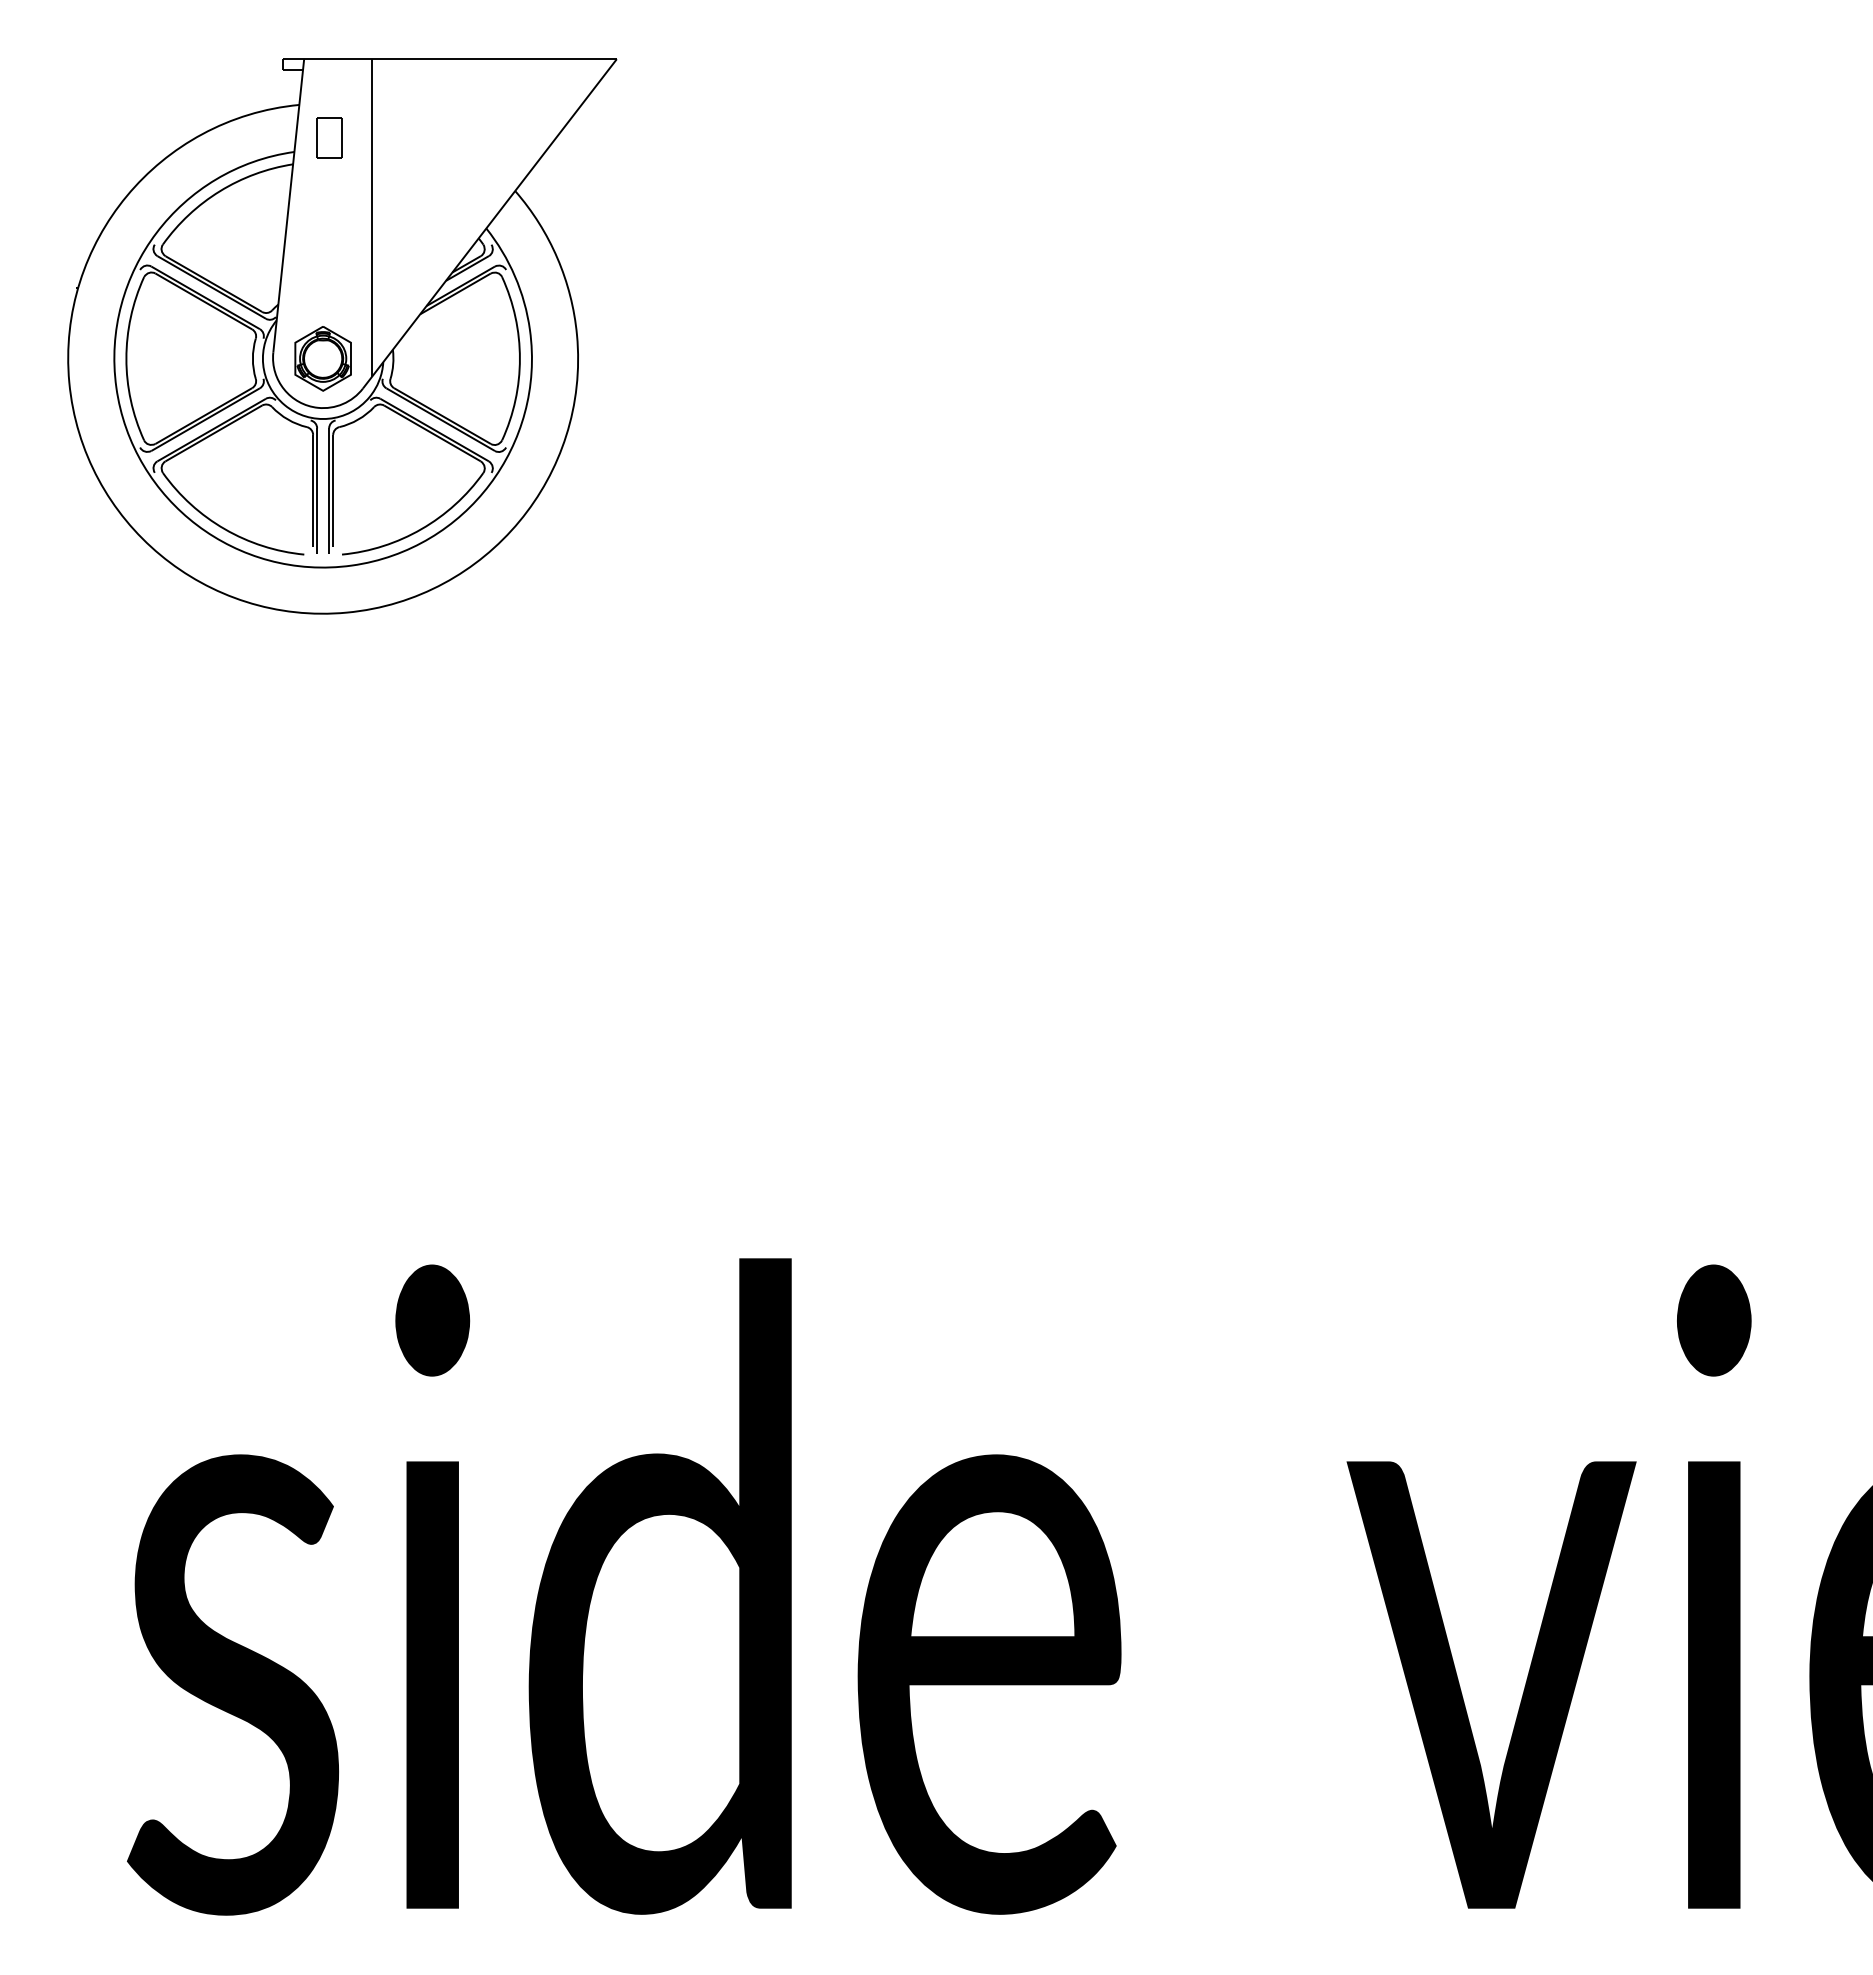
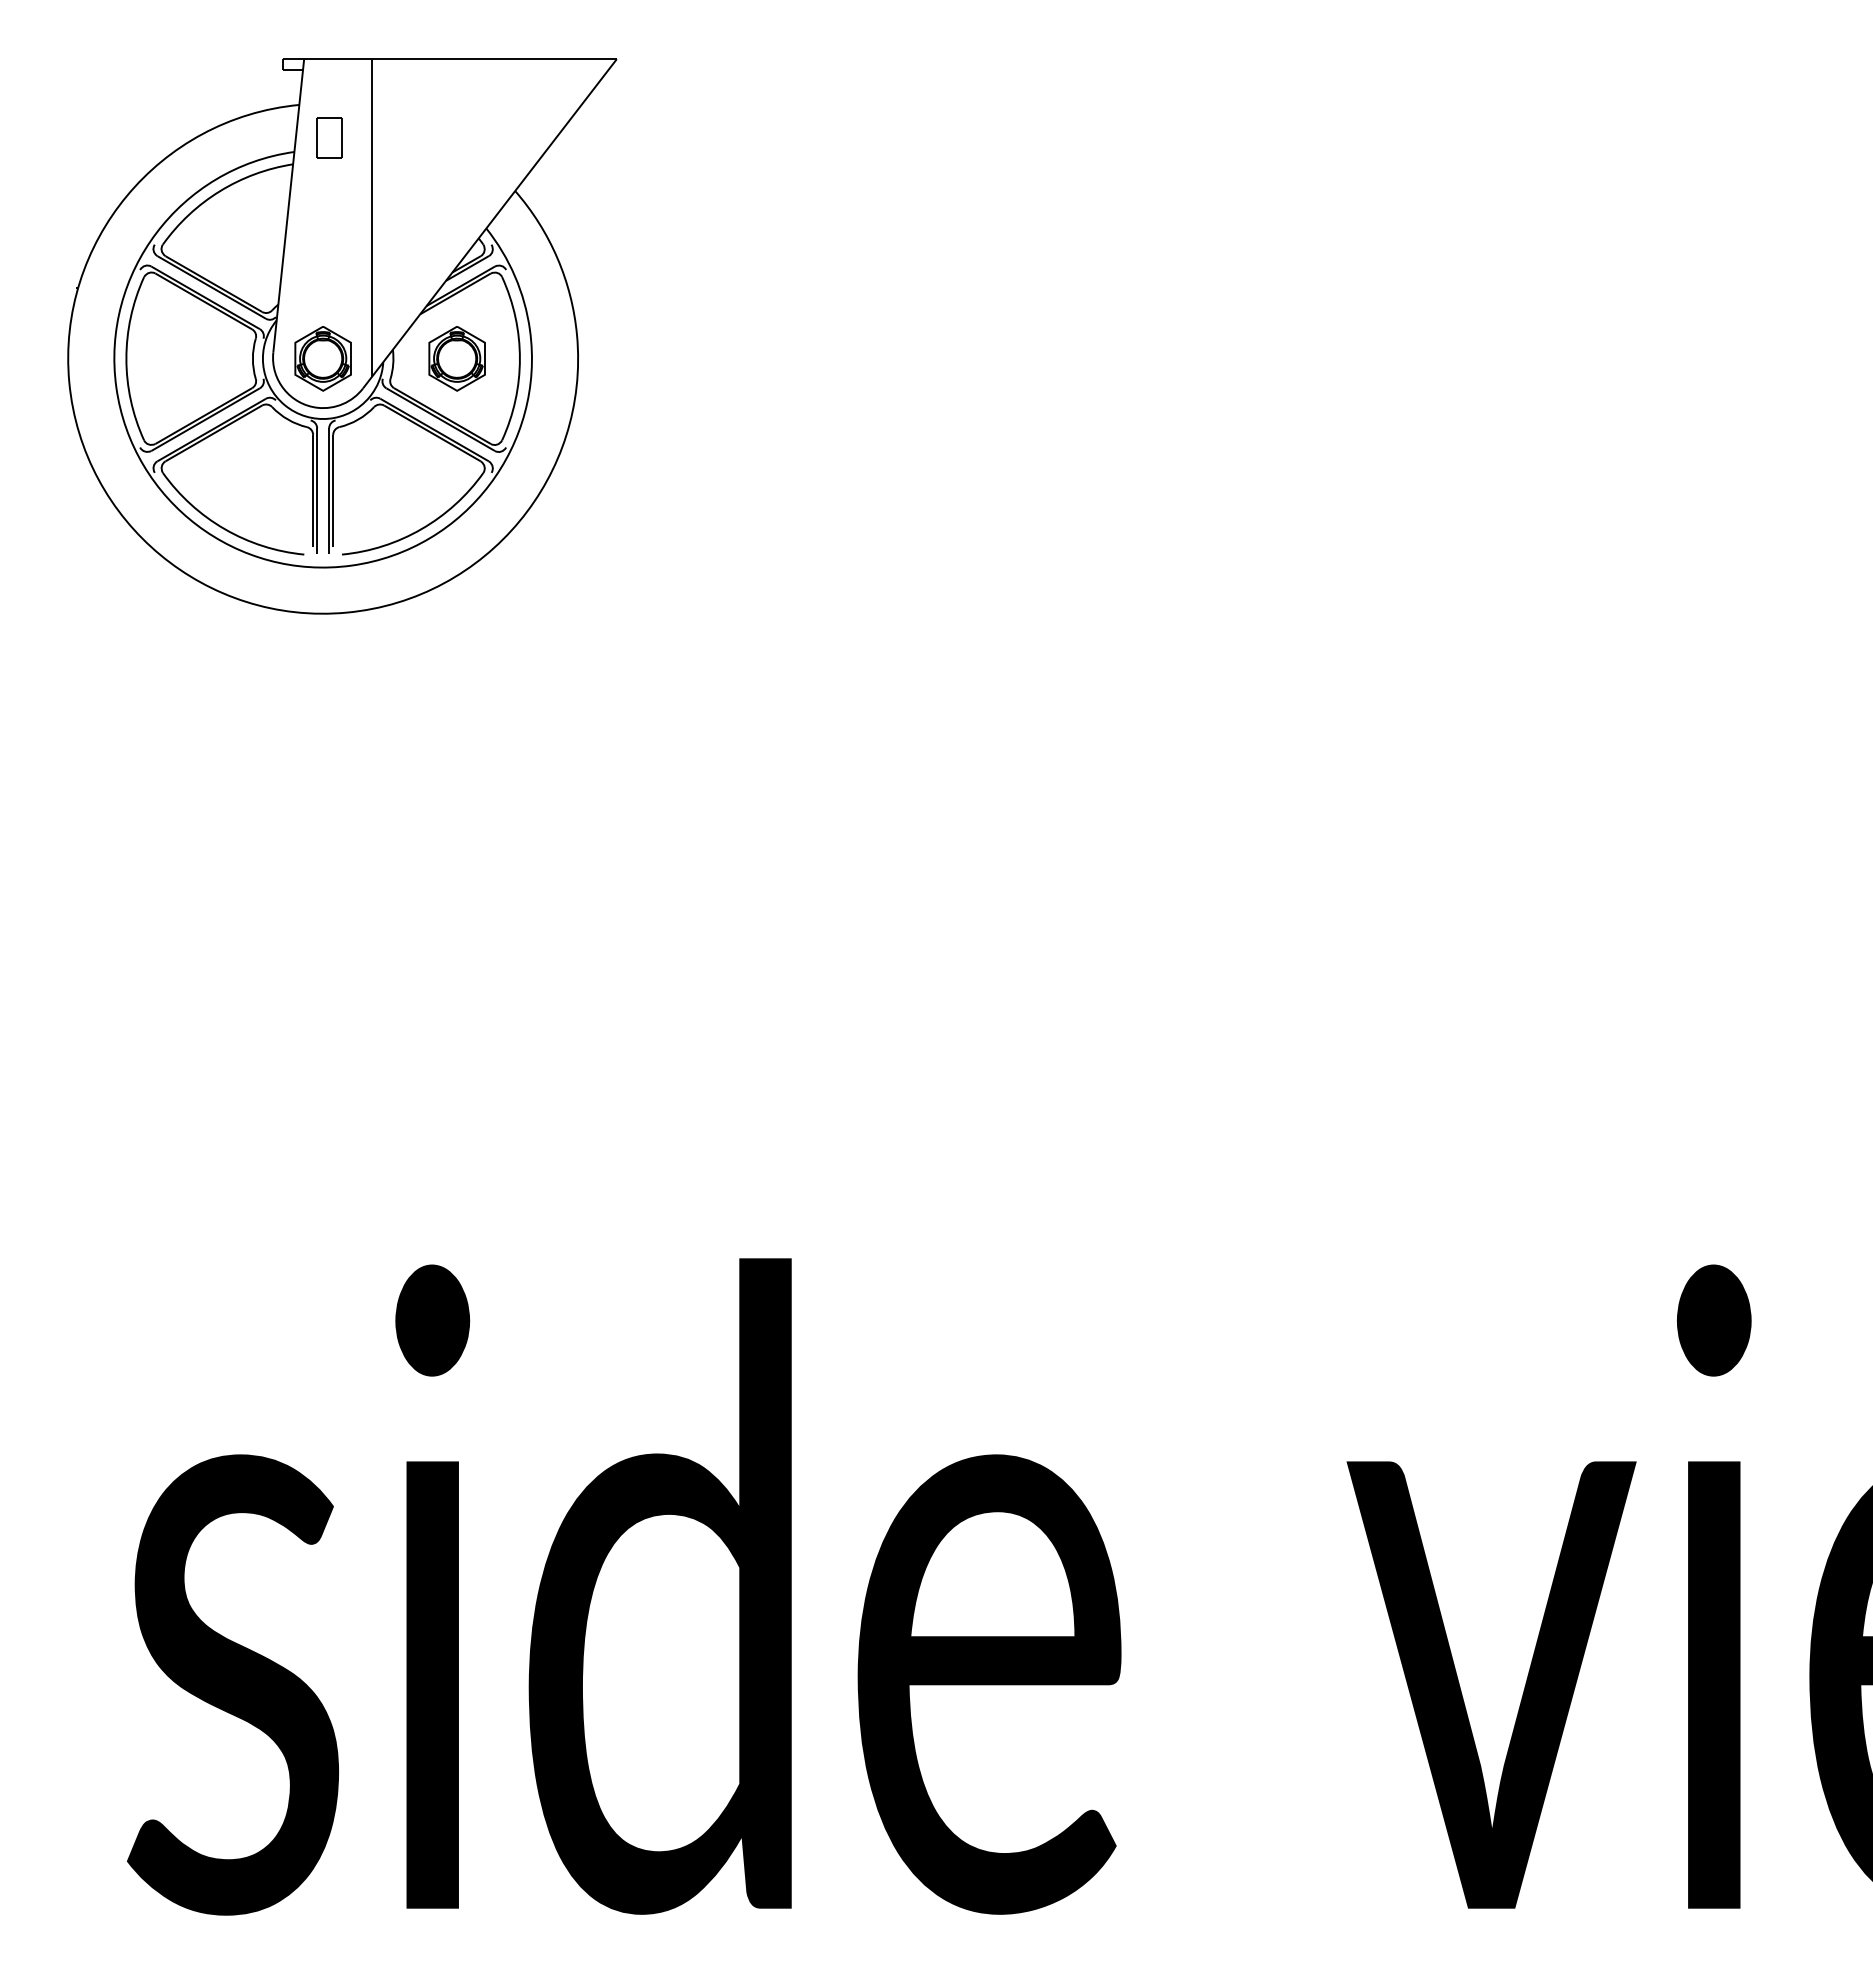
part at (456, 358): none -> present
